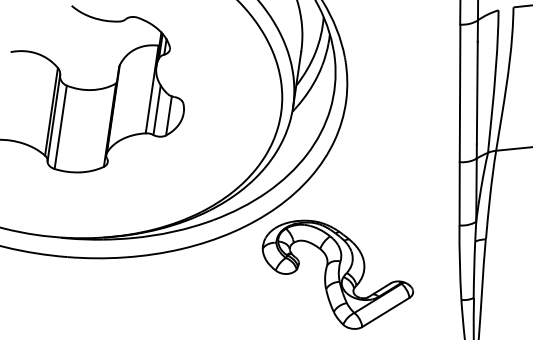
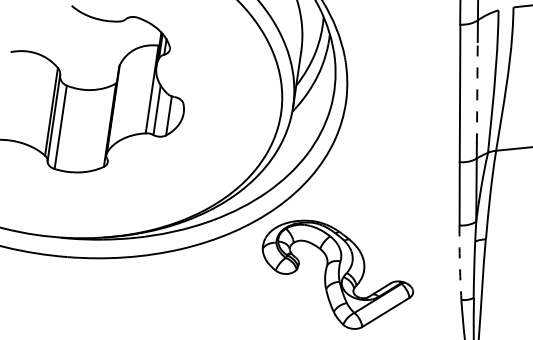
line at (477, 92): solid -> dashed
arc at (459, 262): solid -> dashed
